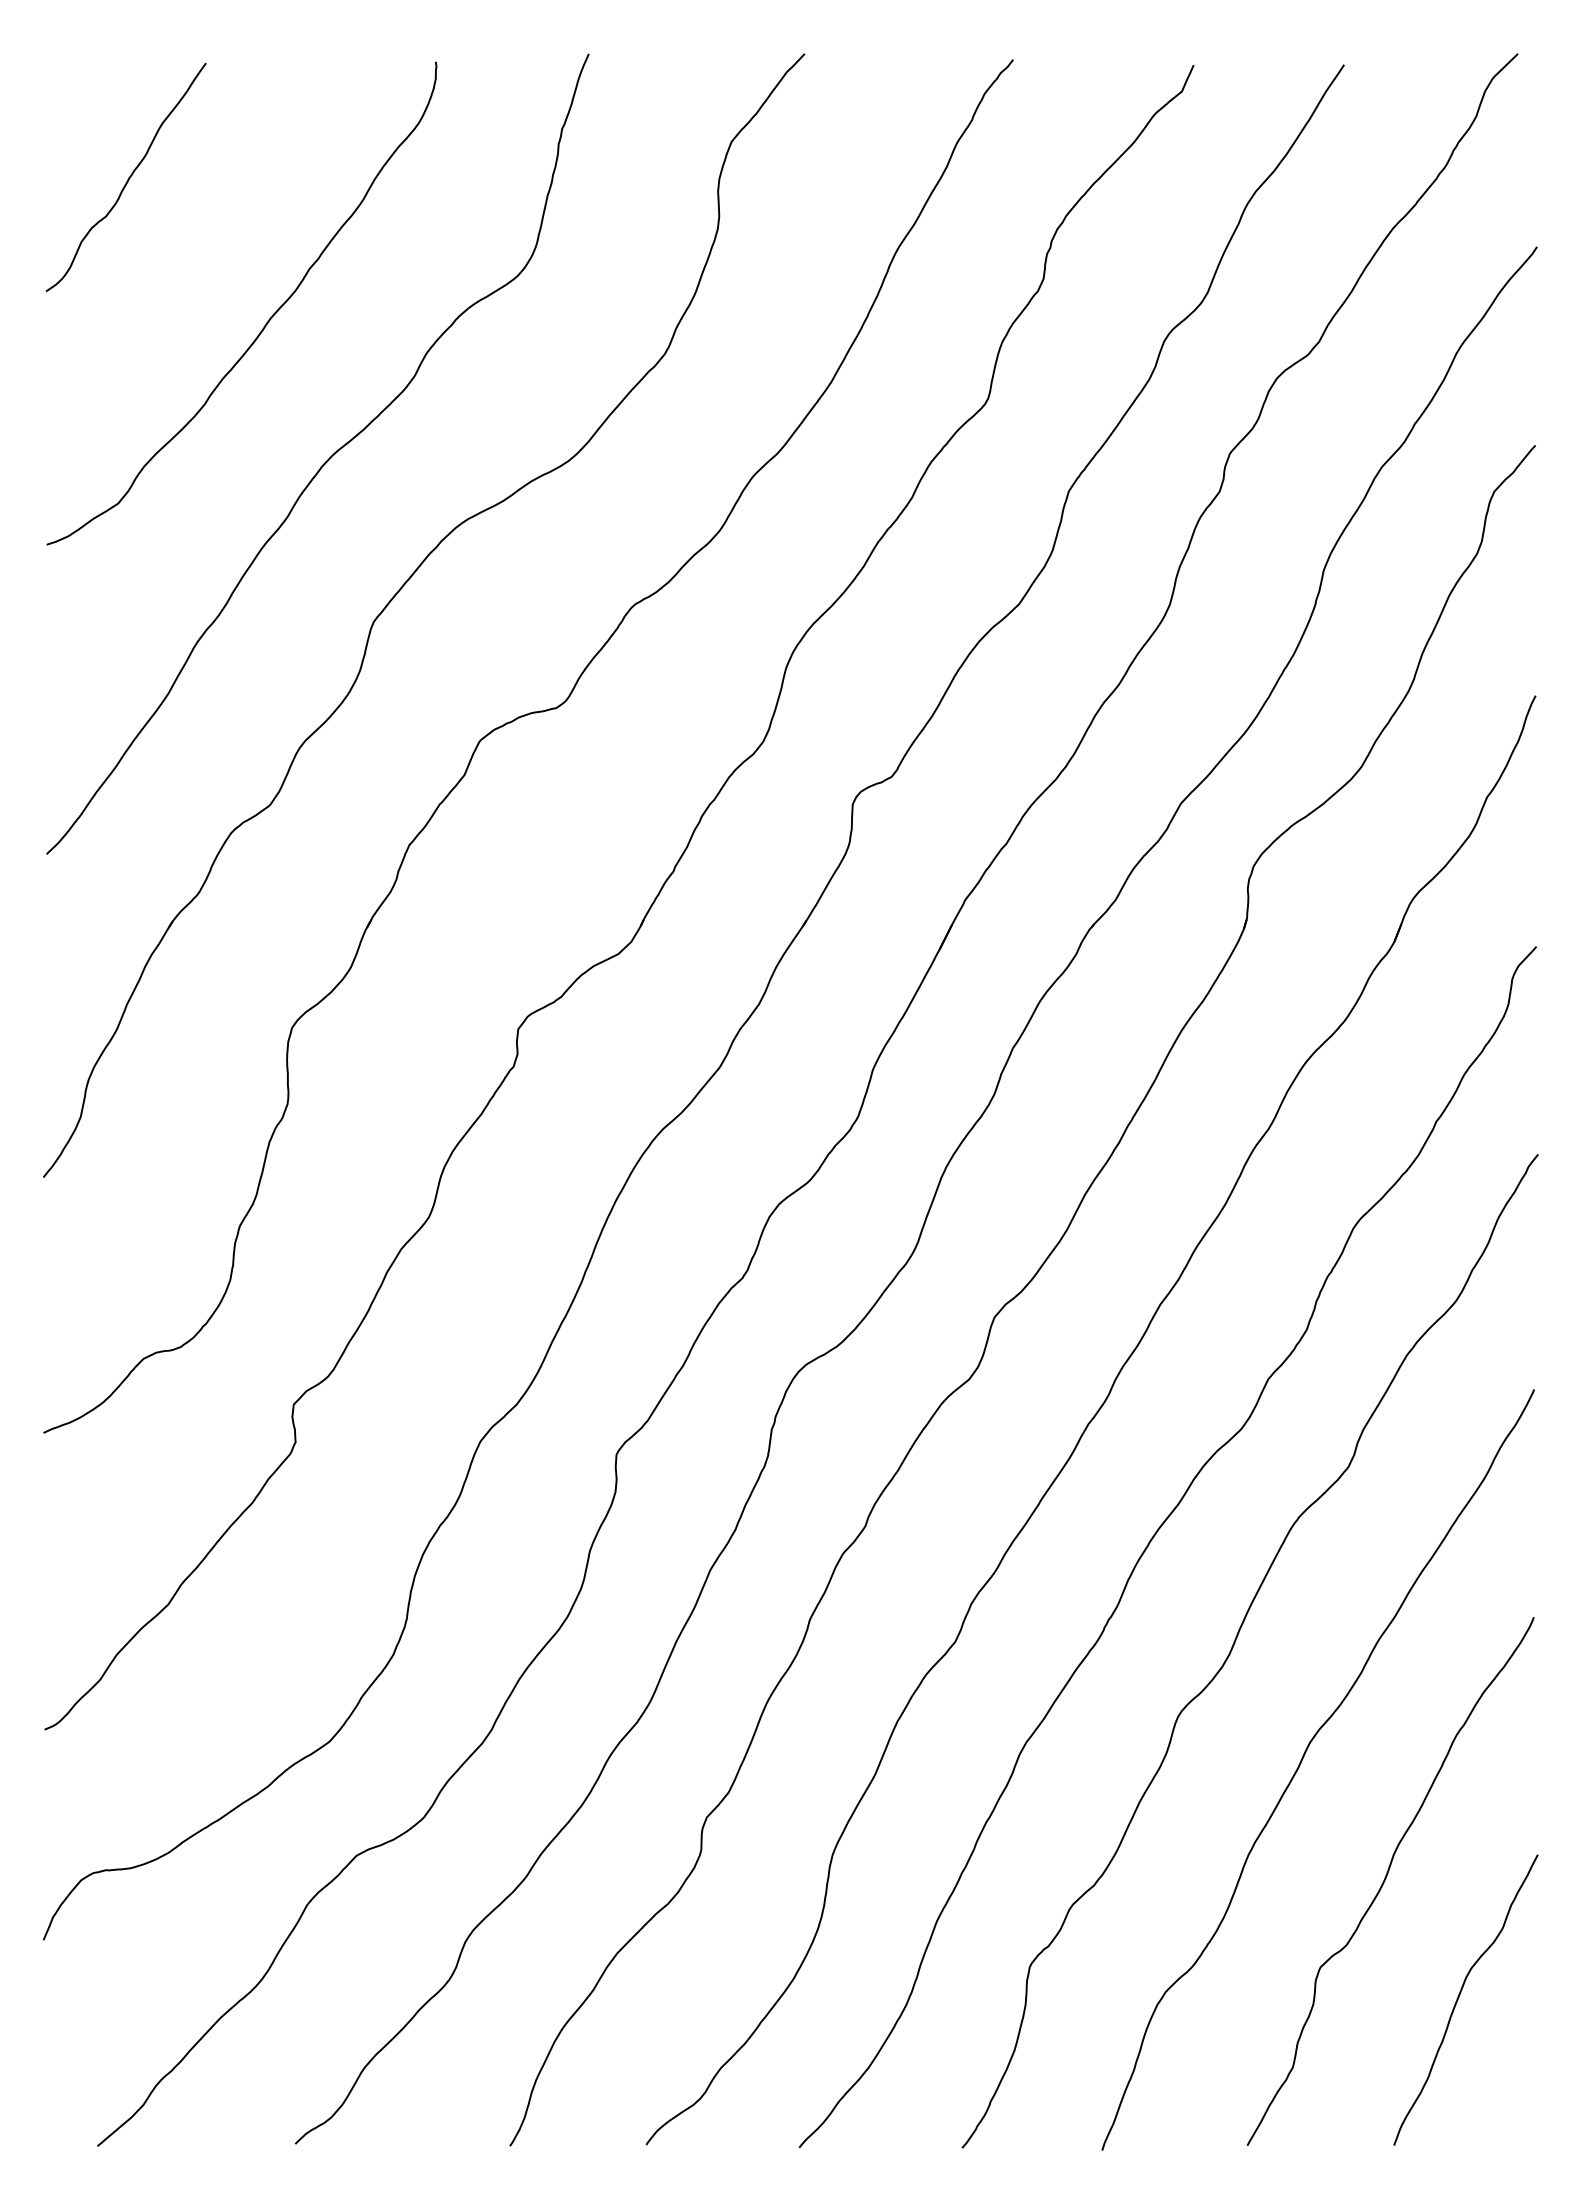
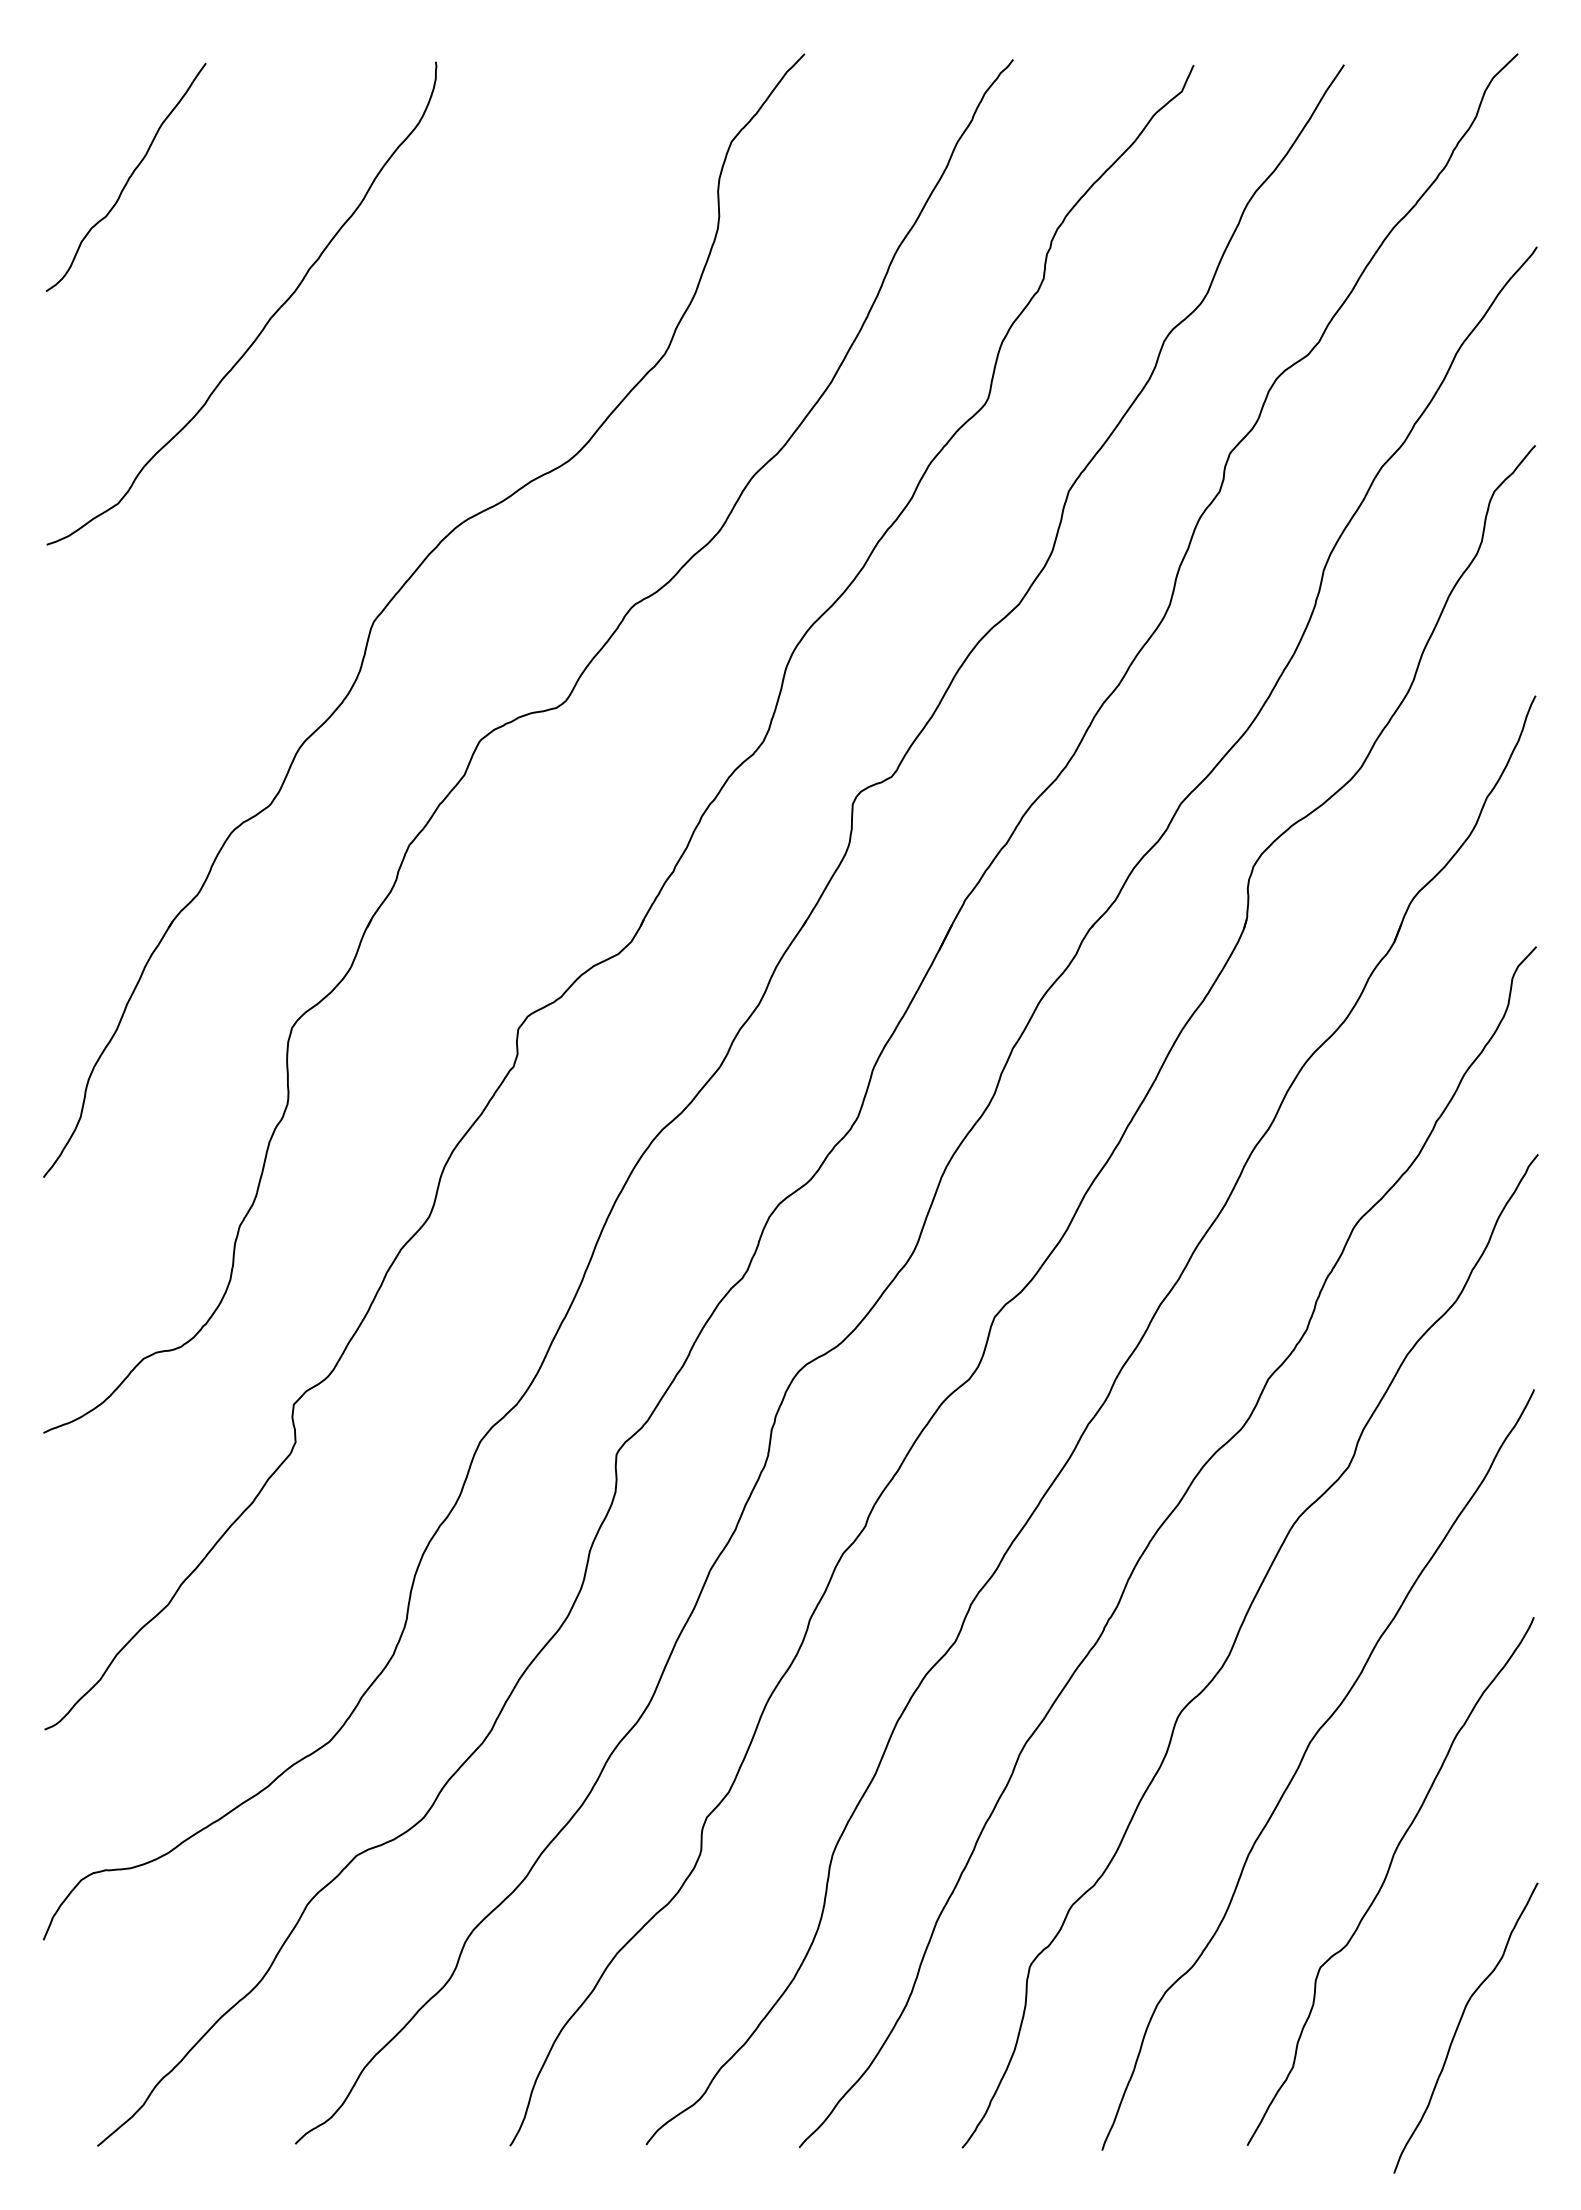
curve at (325, 461): present -> none
curve at (1459, 1997) position: (1459, 1997) -> (1459, 2025)
